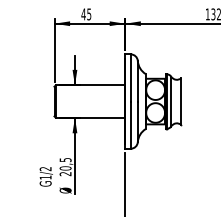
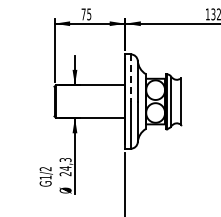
text at (83, 14): 45 -> 75
line at (130, 77): solid -> dashed
text at (65, 164): 20,5 -> 24,3
